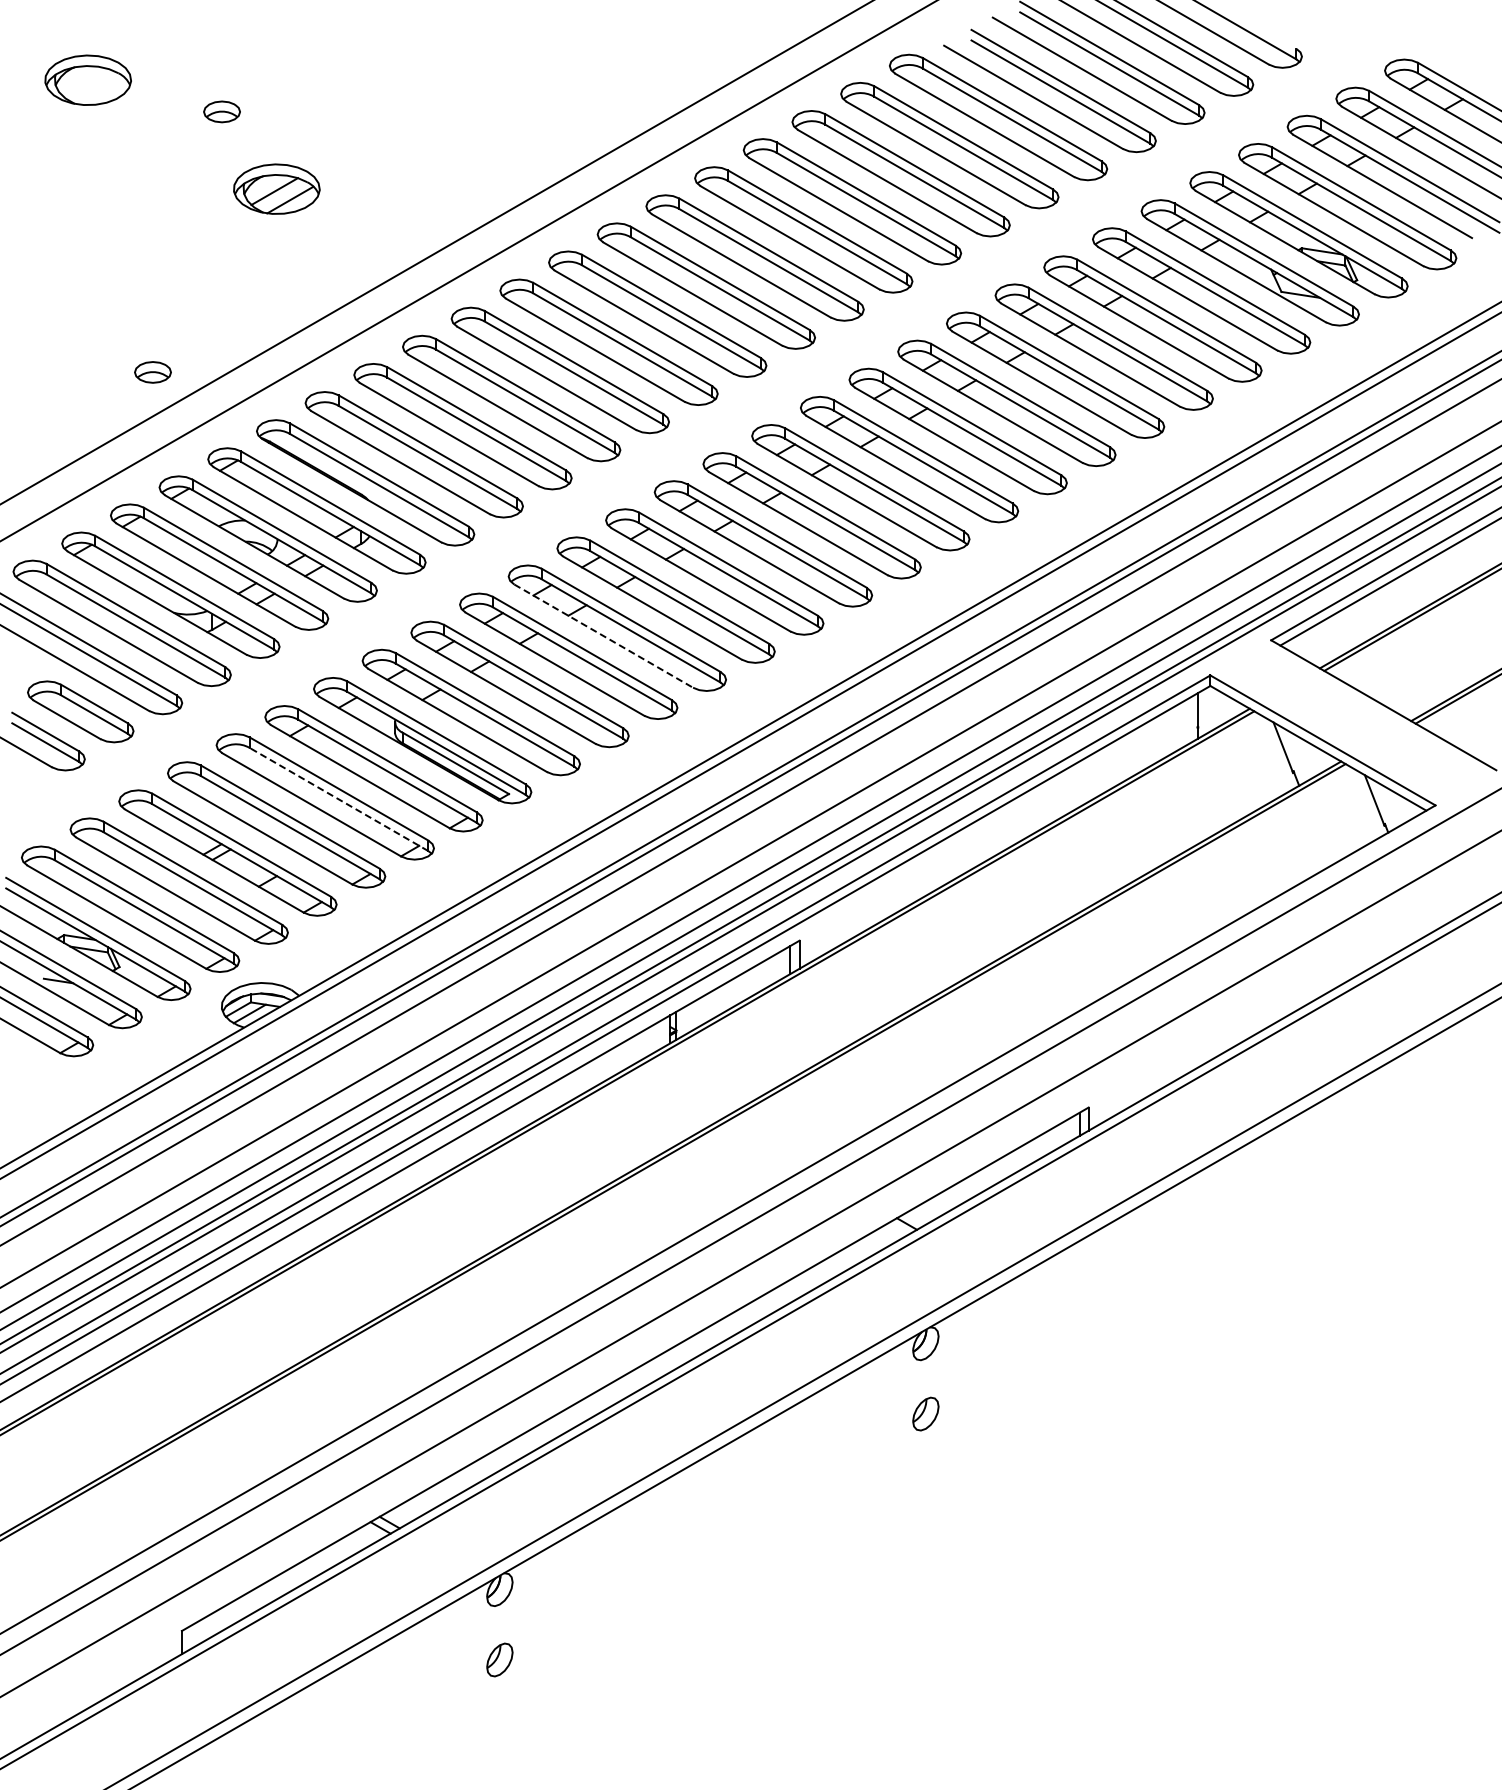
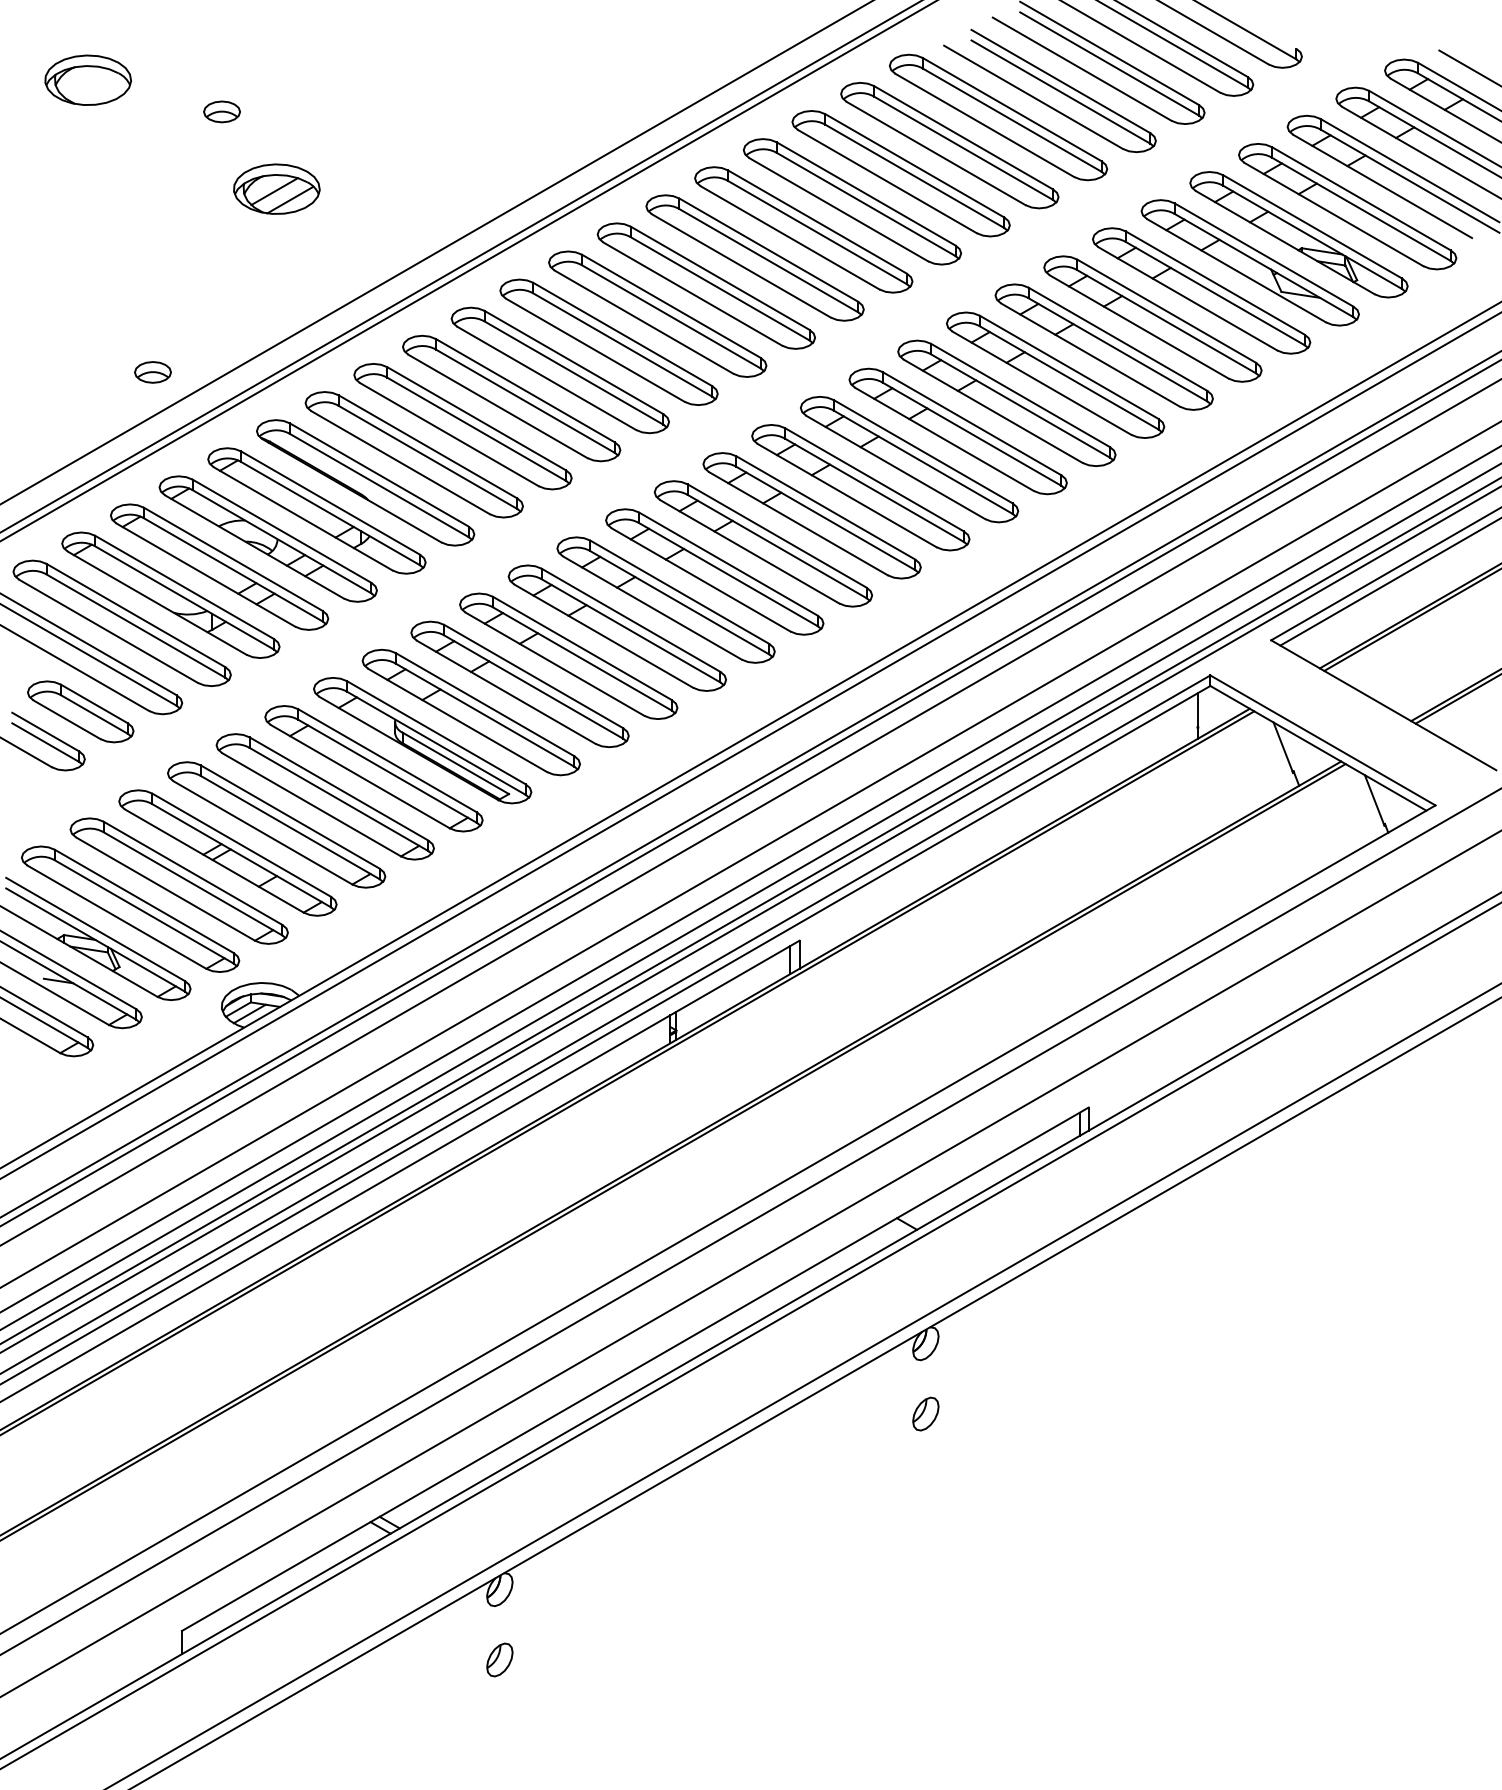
line at (1468, 67): none -> present
line at (460, 266): none -> present
line at (604, 636): dashed -> solid
line at (338, 799): dashed -> solid
